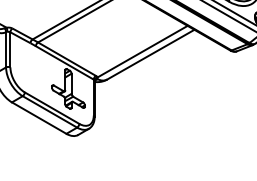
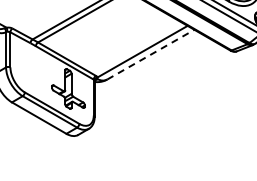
line at (151, 54): solid -> dashed
